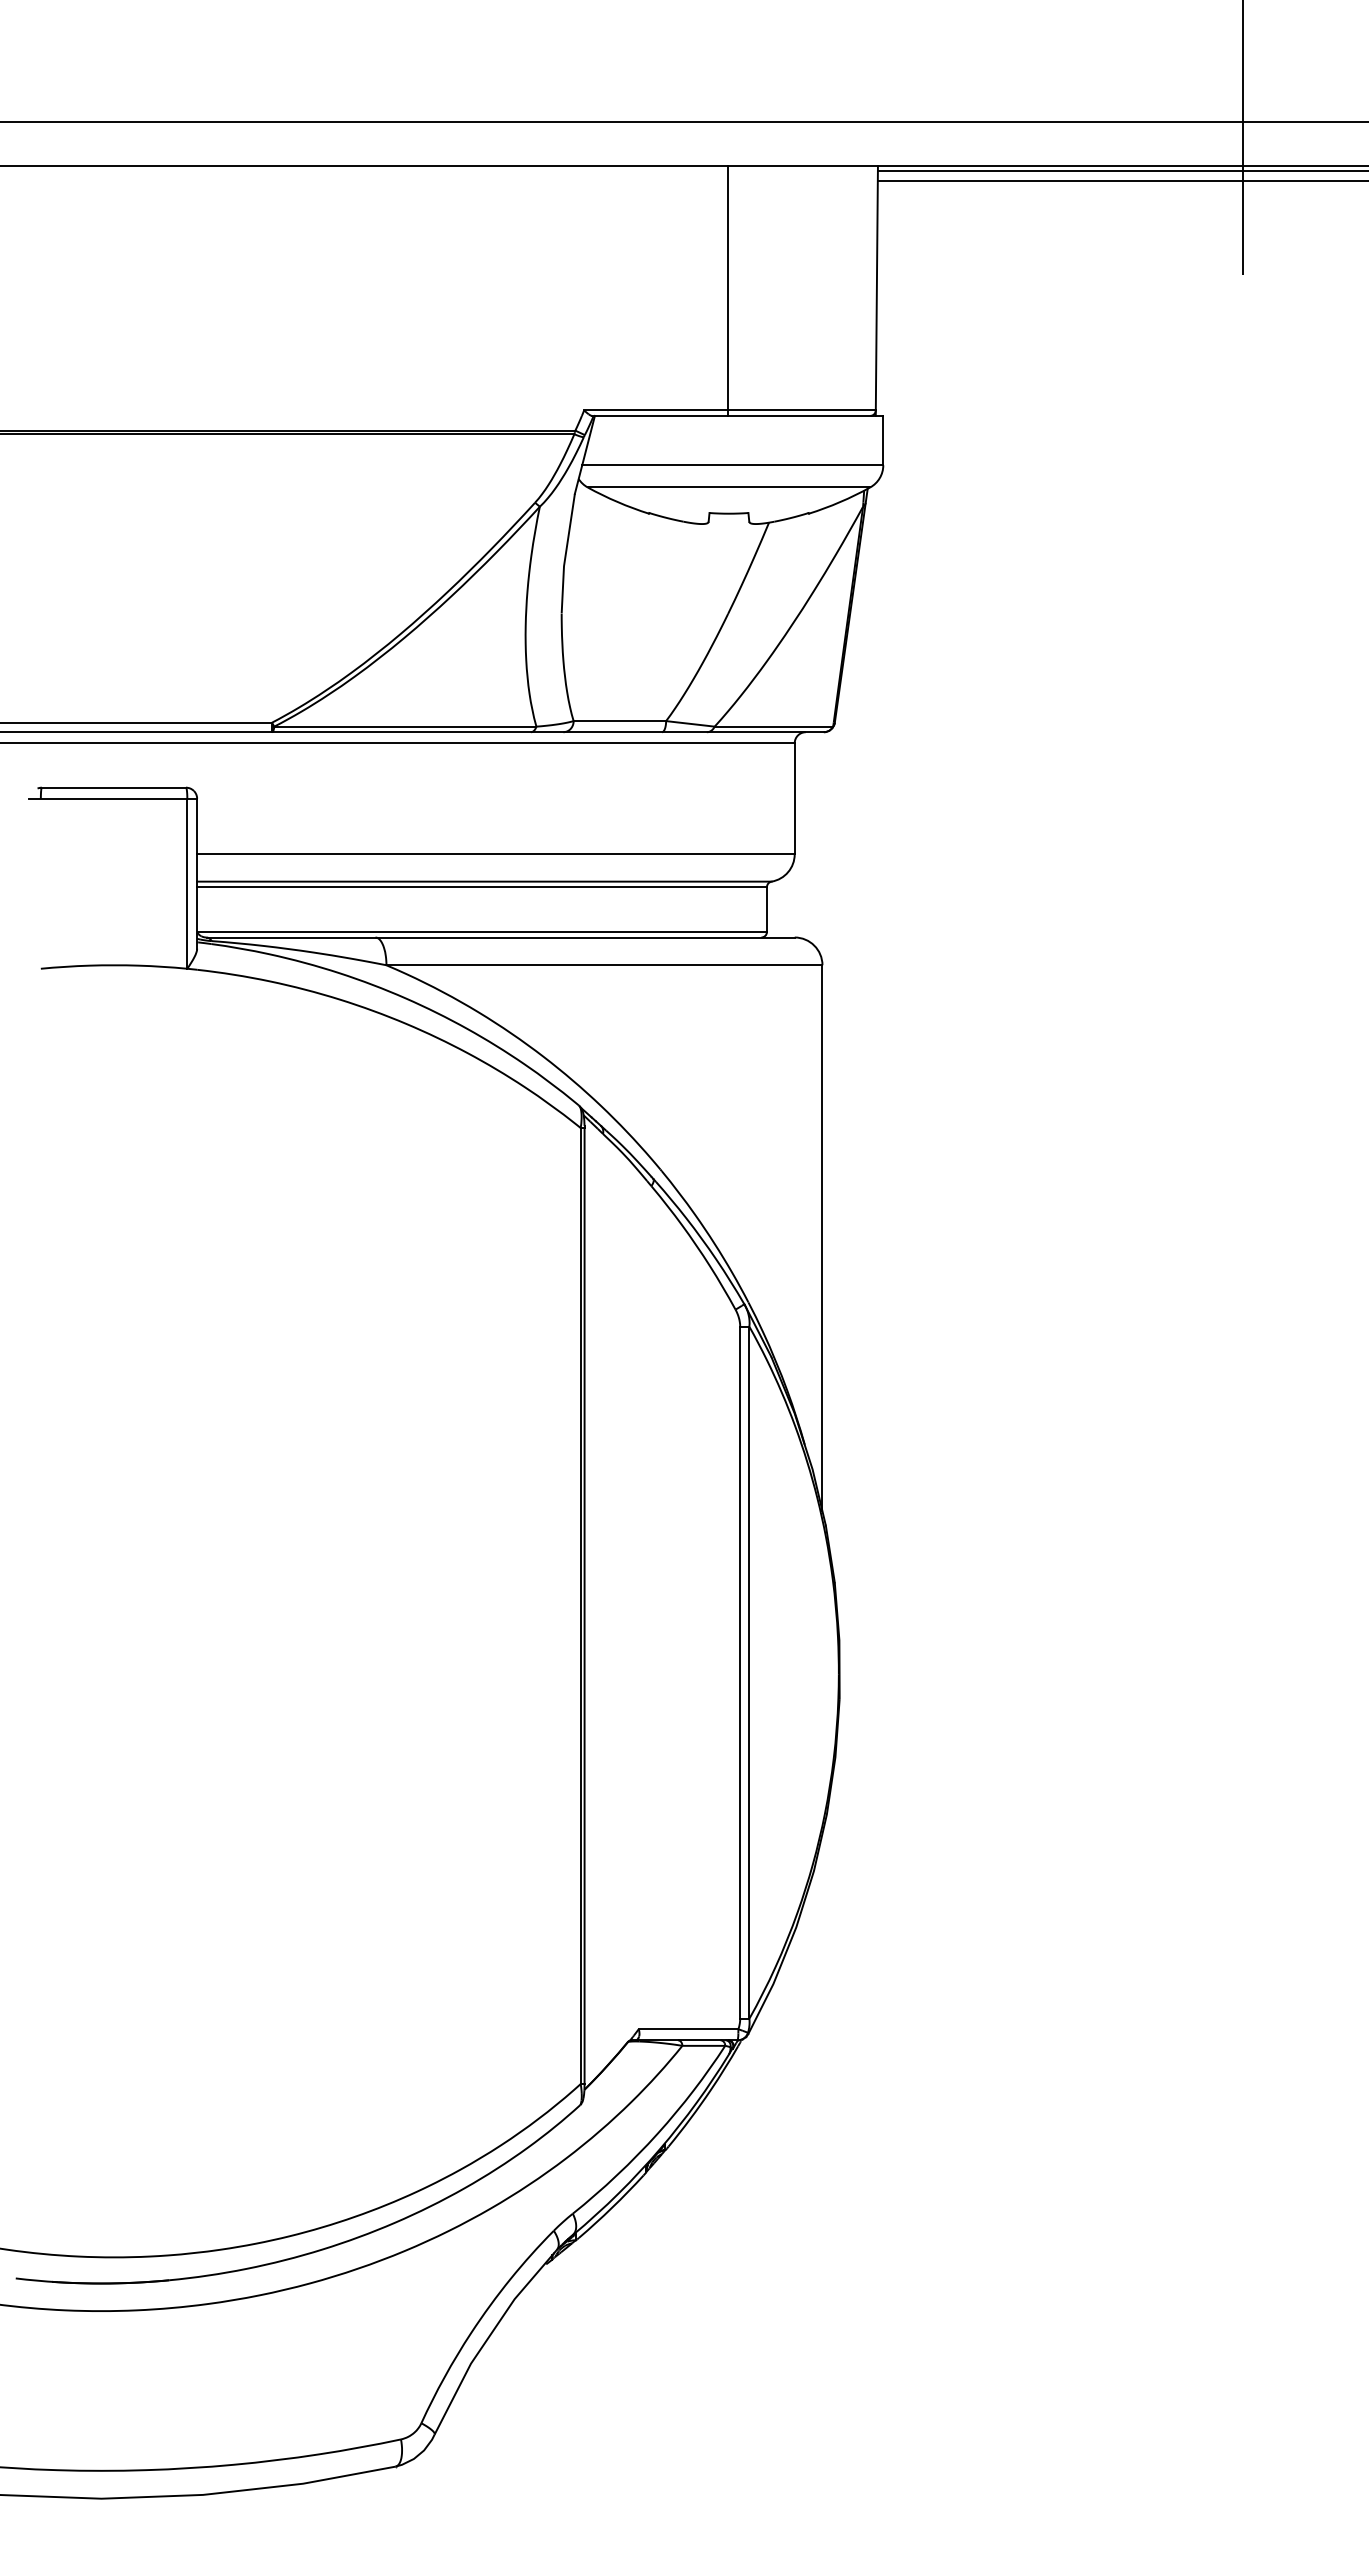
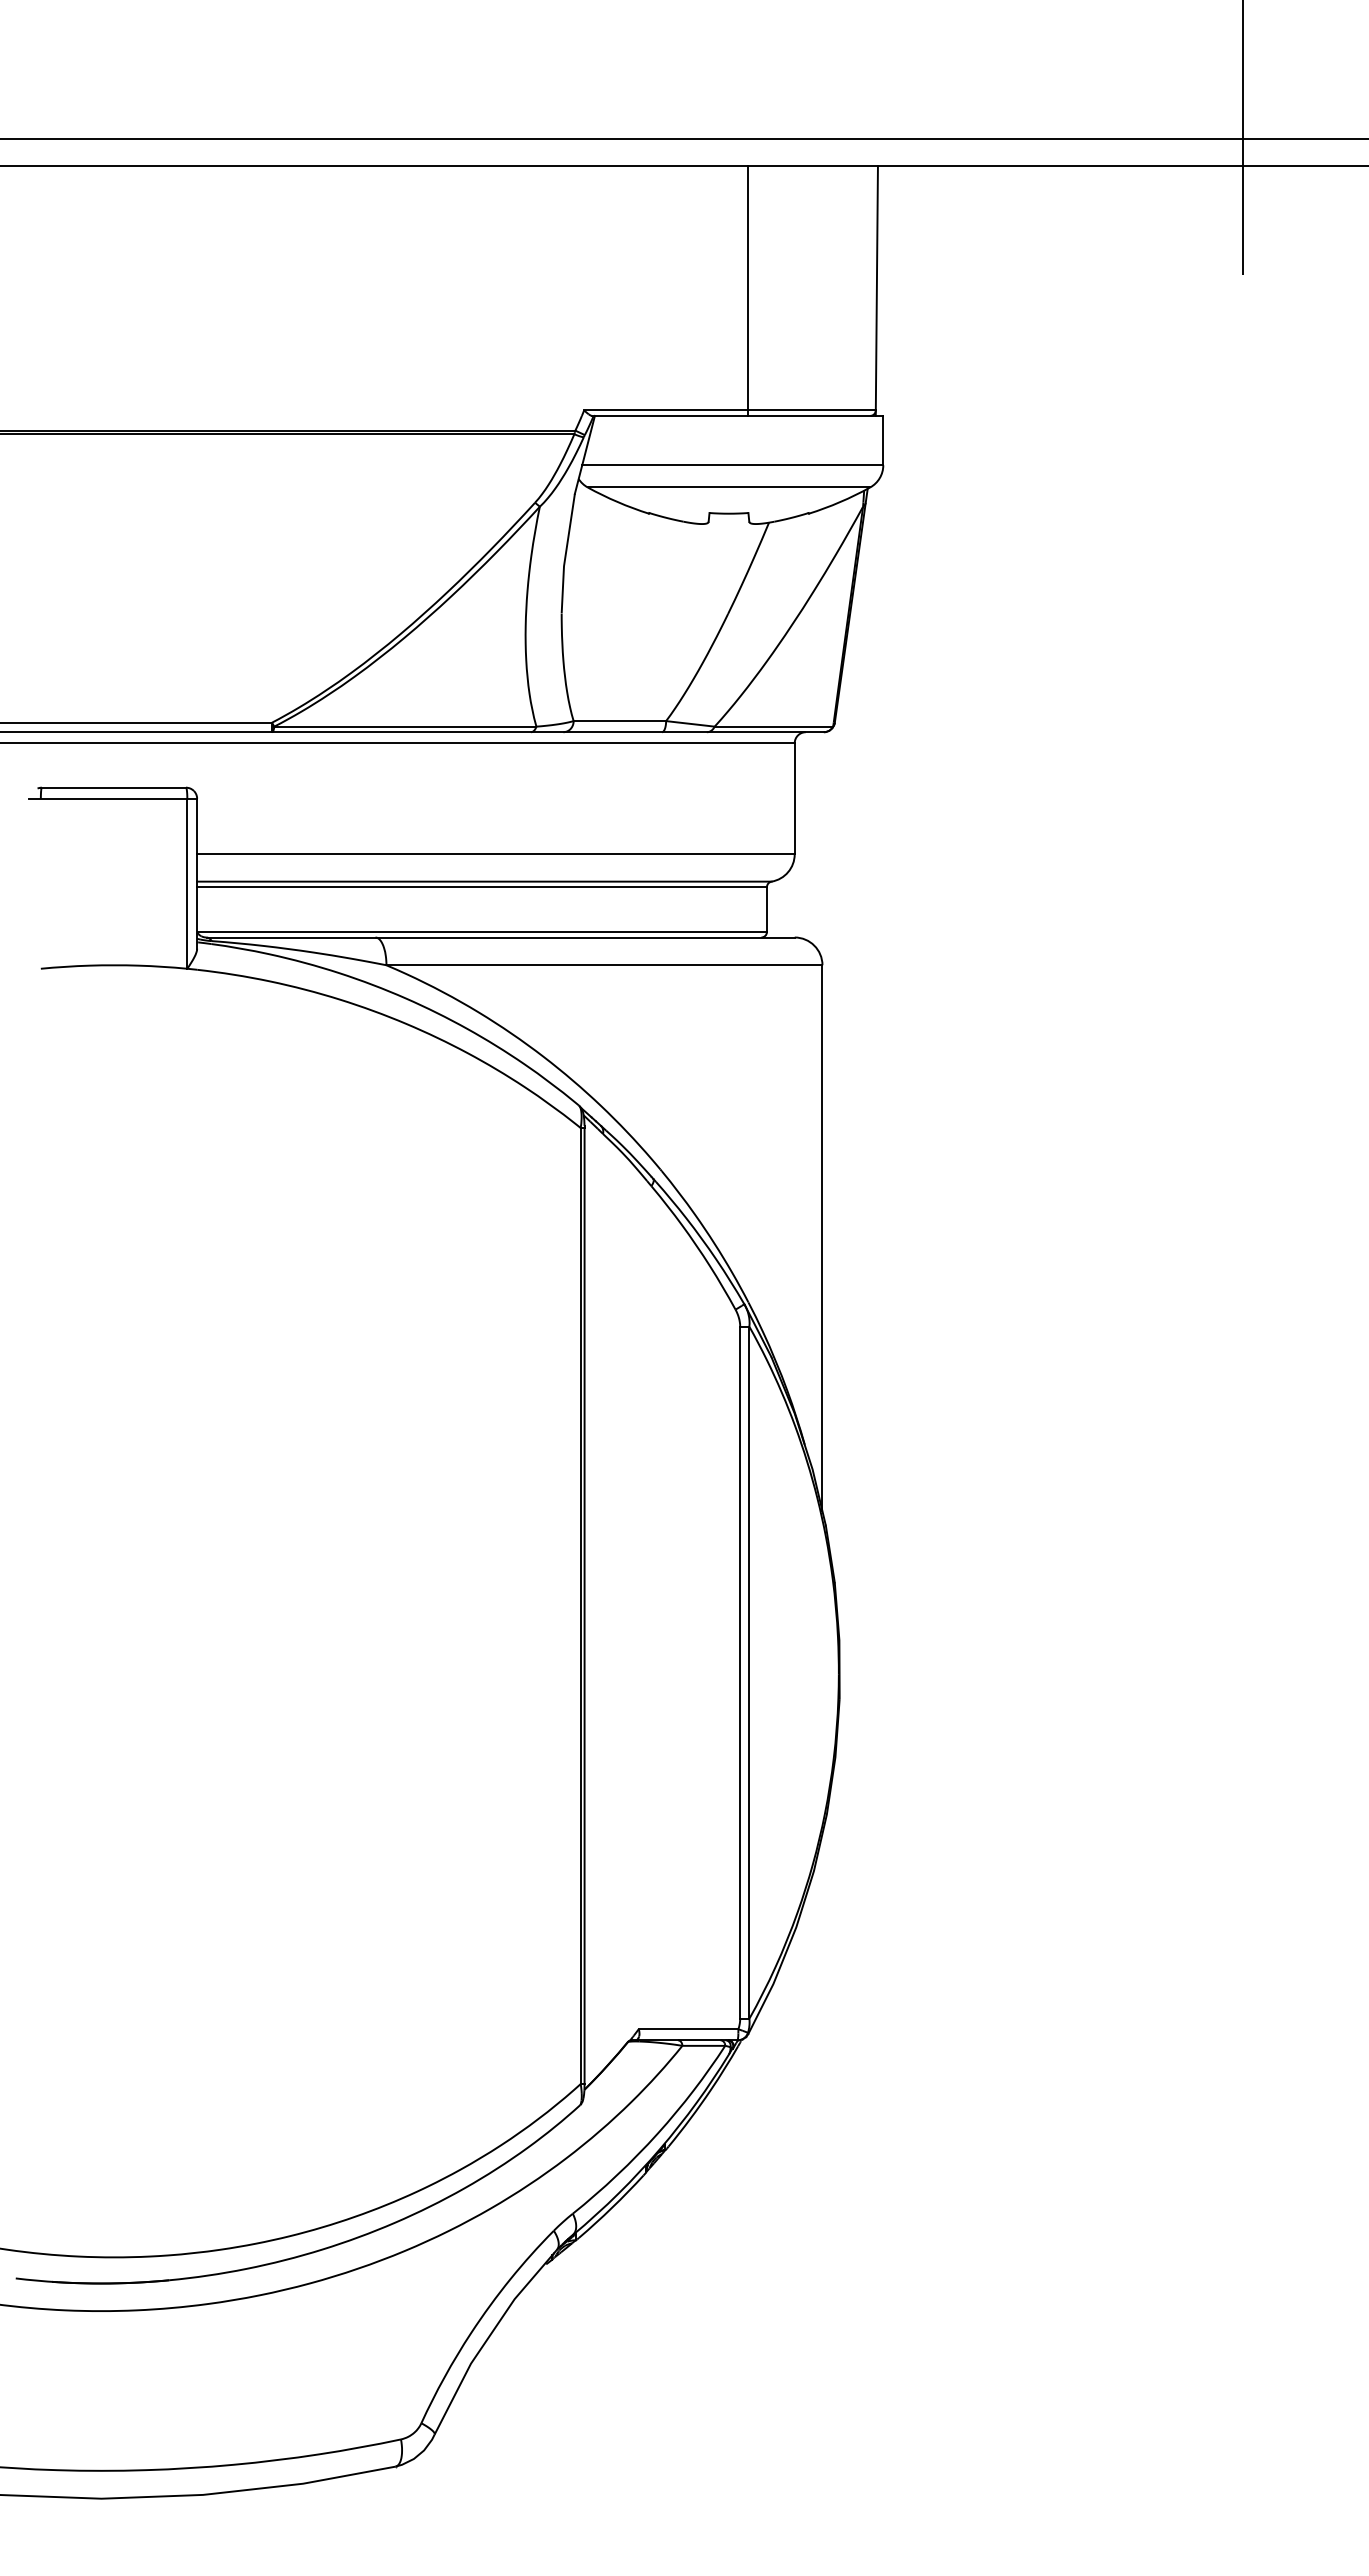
line at (683, 122) position: (683, 122) -> (683, 139)
line at (1121, 170): present -> none
line at (1121, 181): present -> none
line at (728, 290) position: (728, 290) -> (748, 290)
